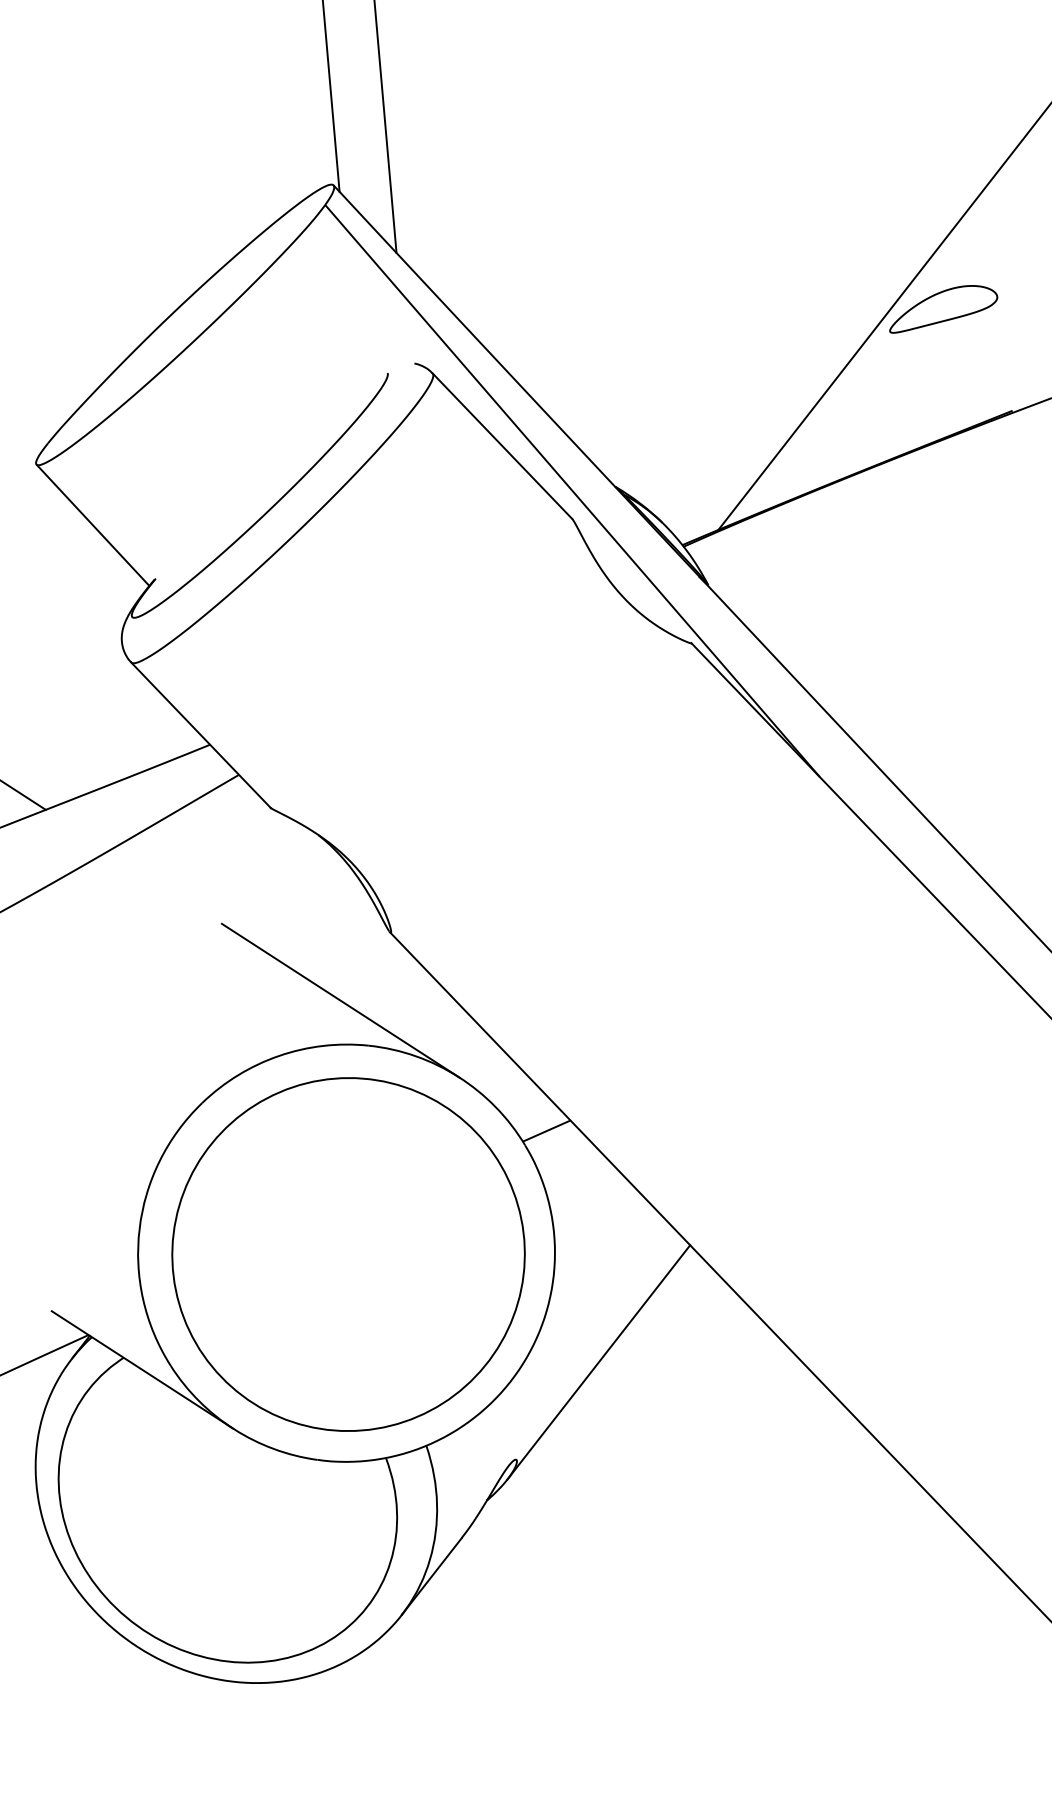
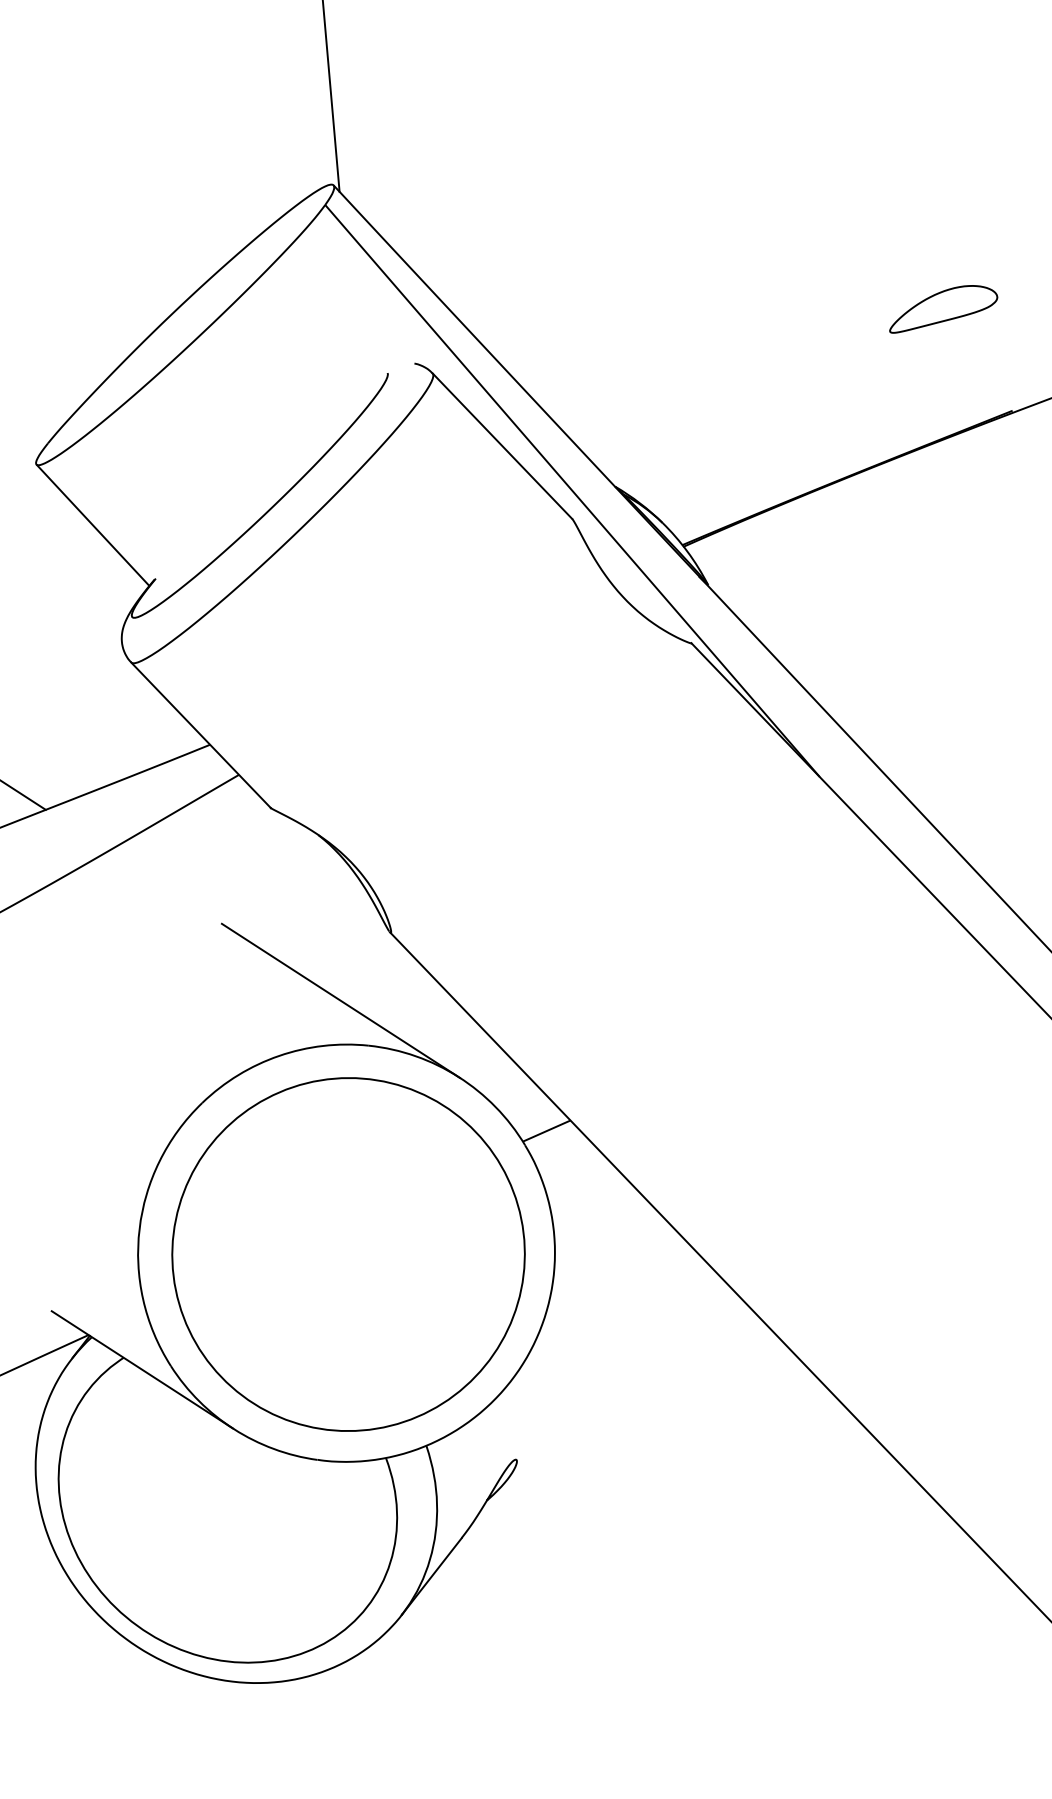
line at (385, 127): present -> none
line at (883, 317): present -> none
line at (598, 1362): present -> none
